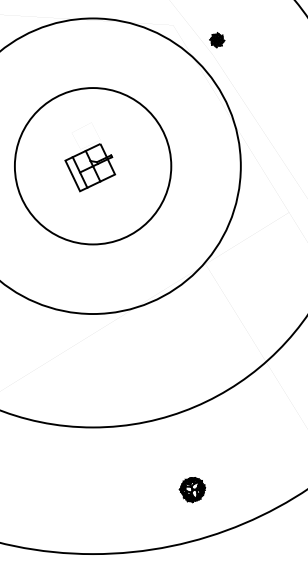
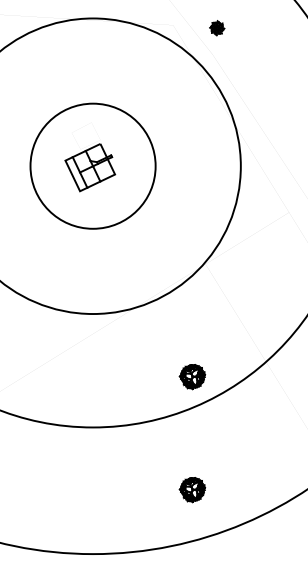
part at (217, 40) position: (217, 40) -> (217, 28)
circle at (92, 166) diameter: 156 px -> 125 px
part at (192, 377): none -> present
